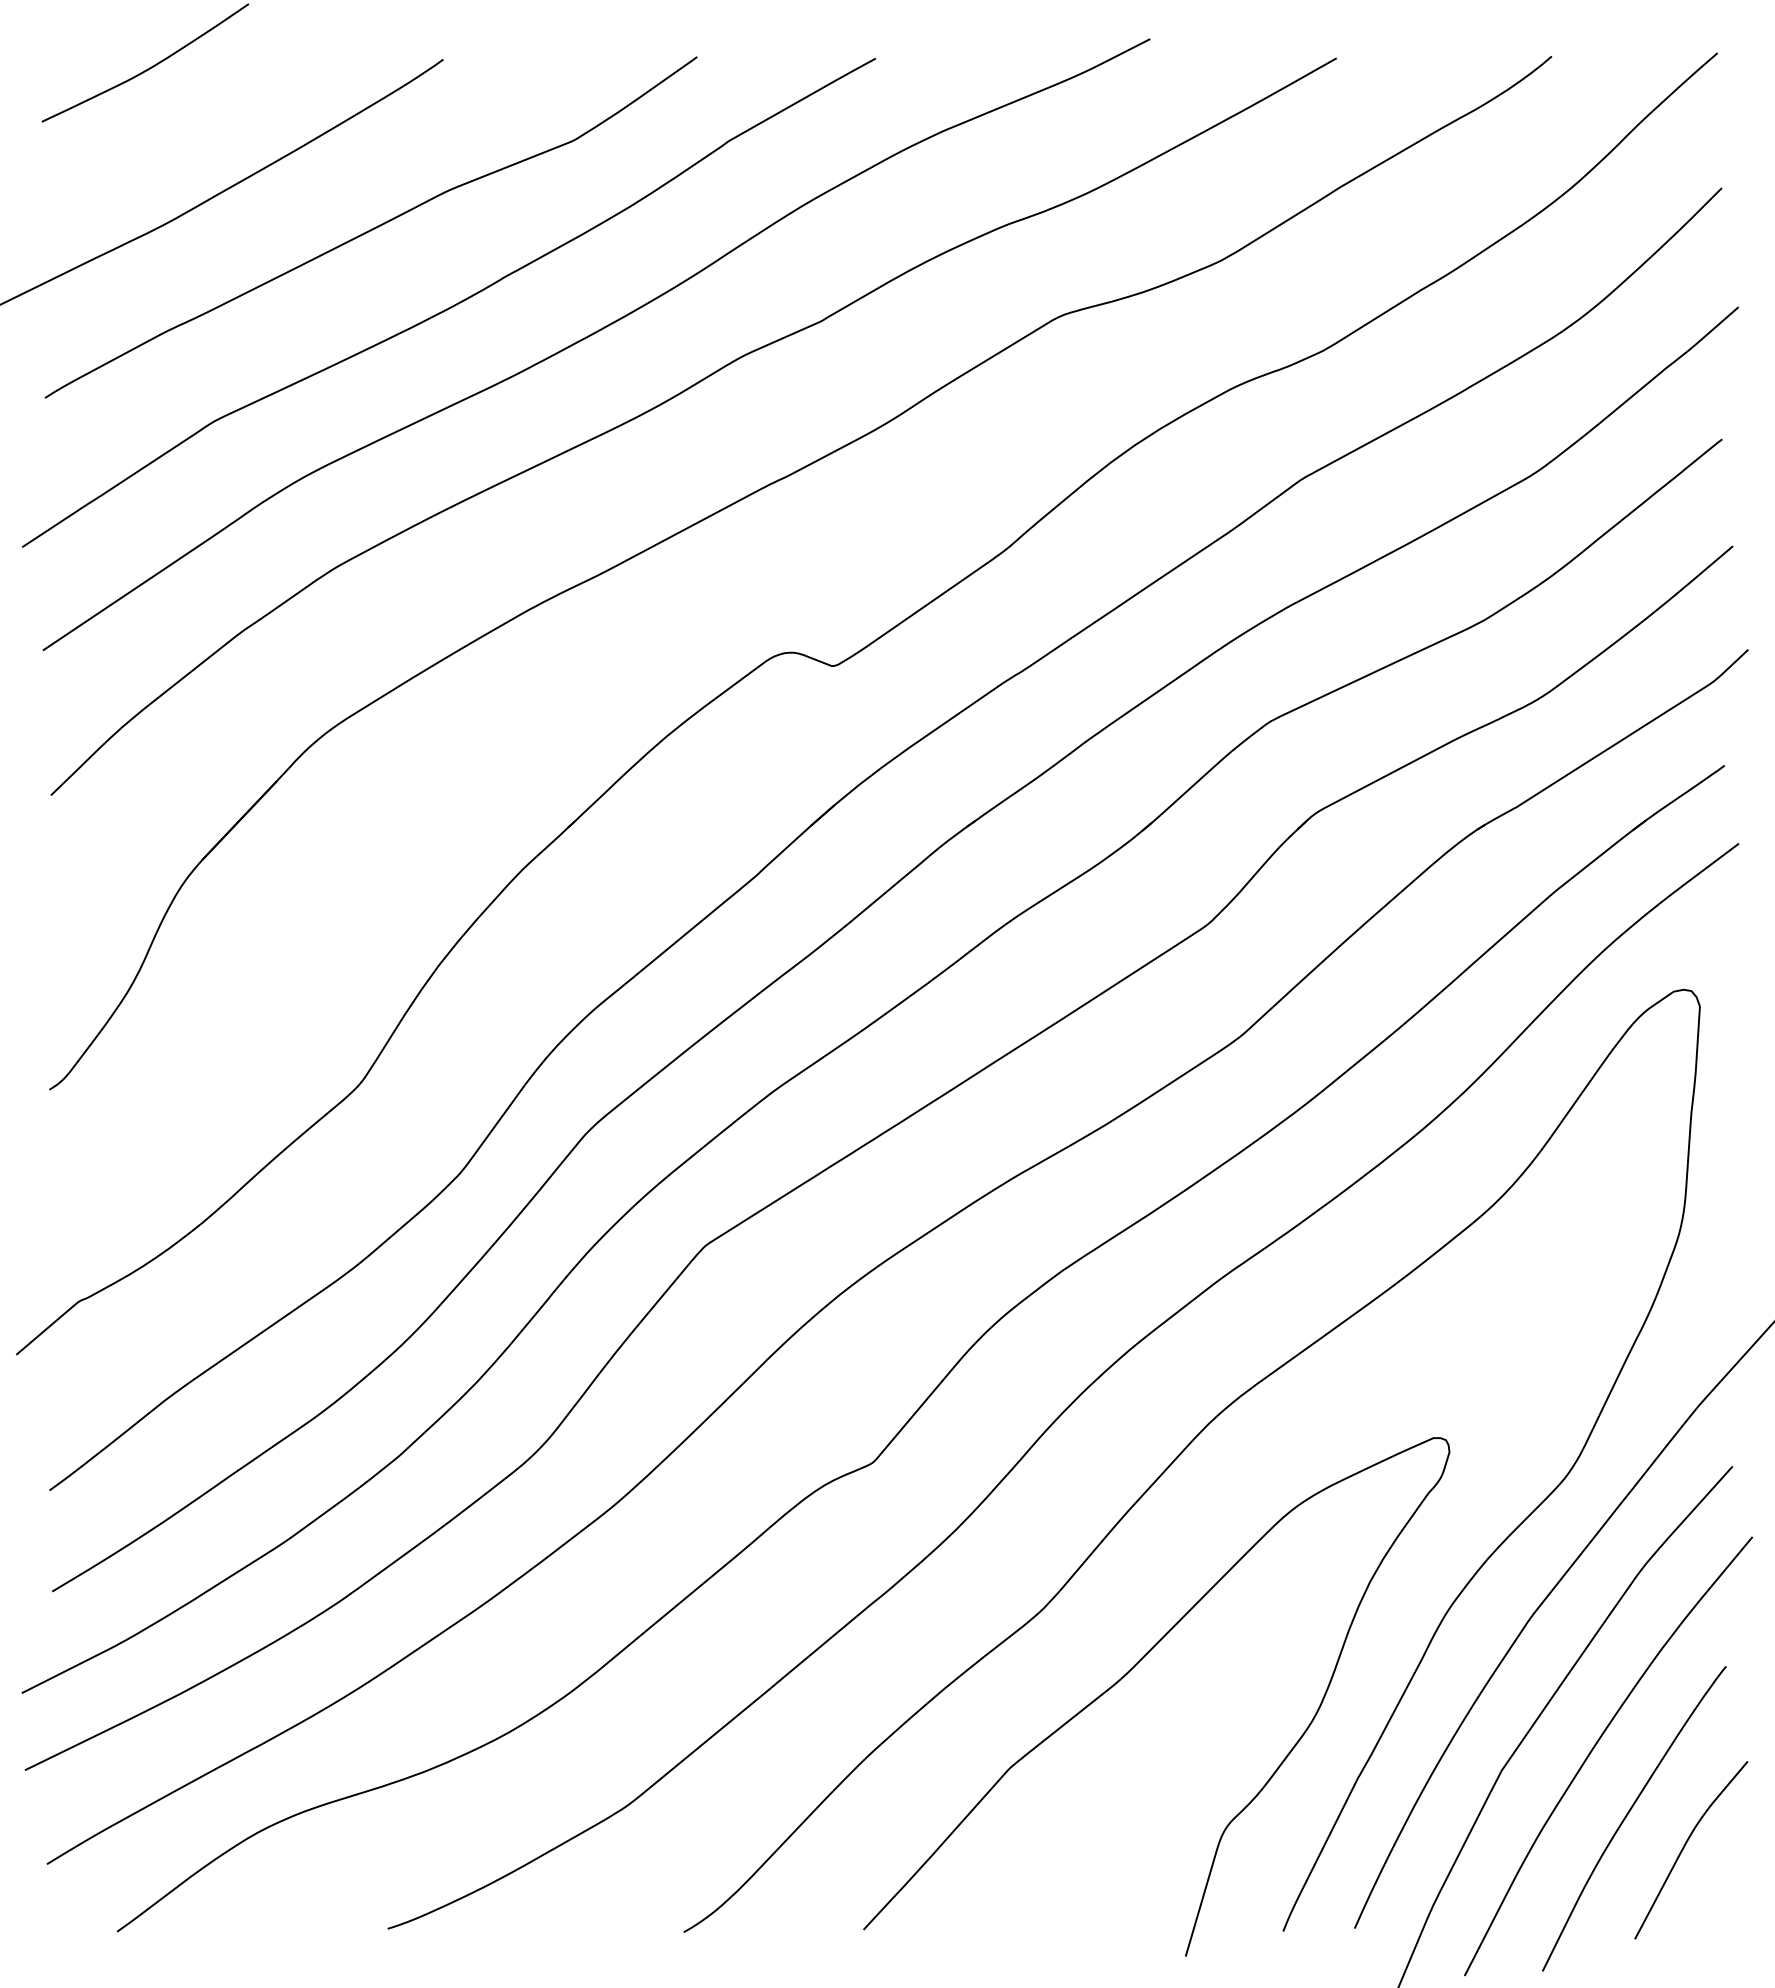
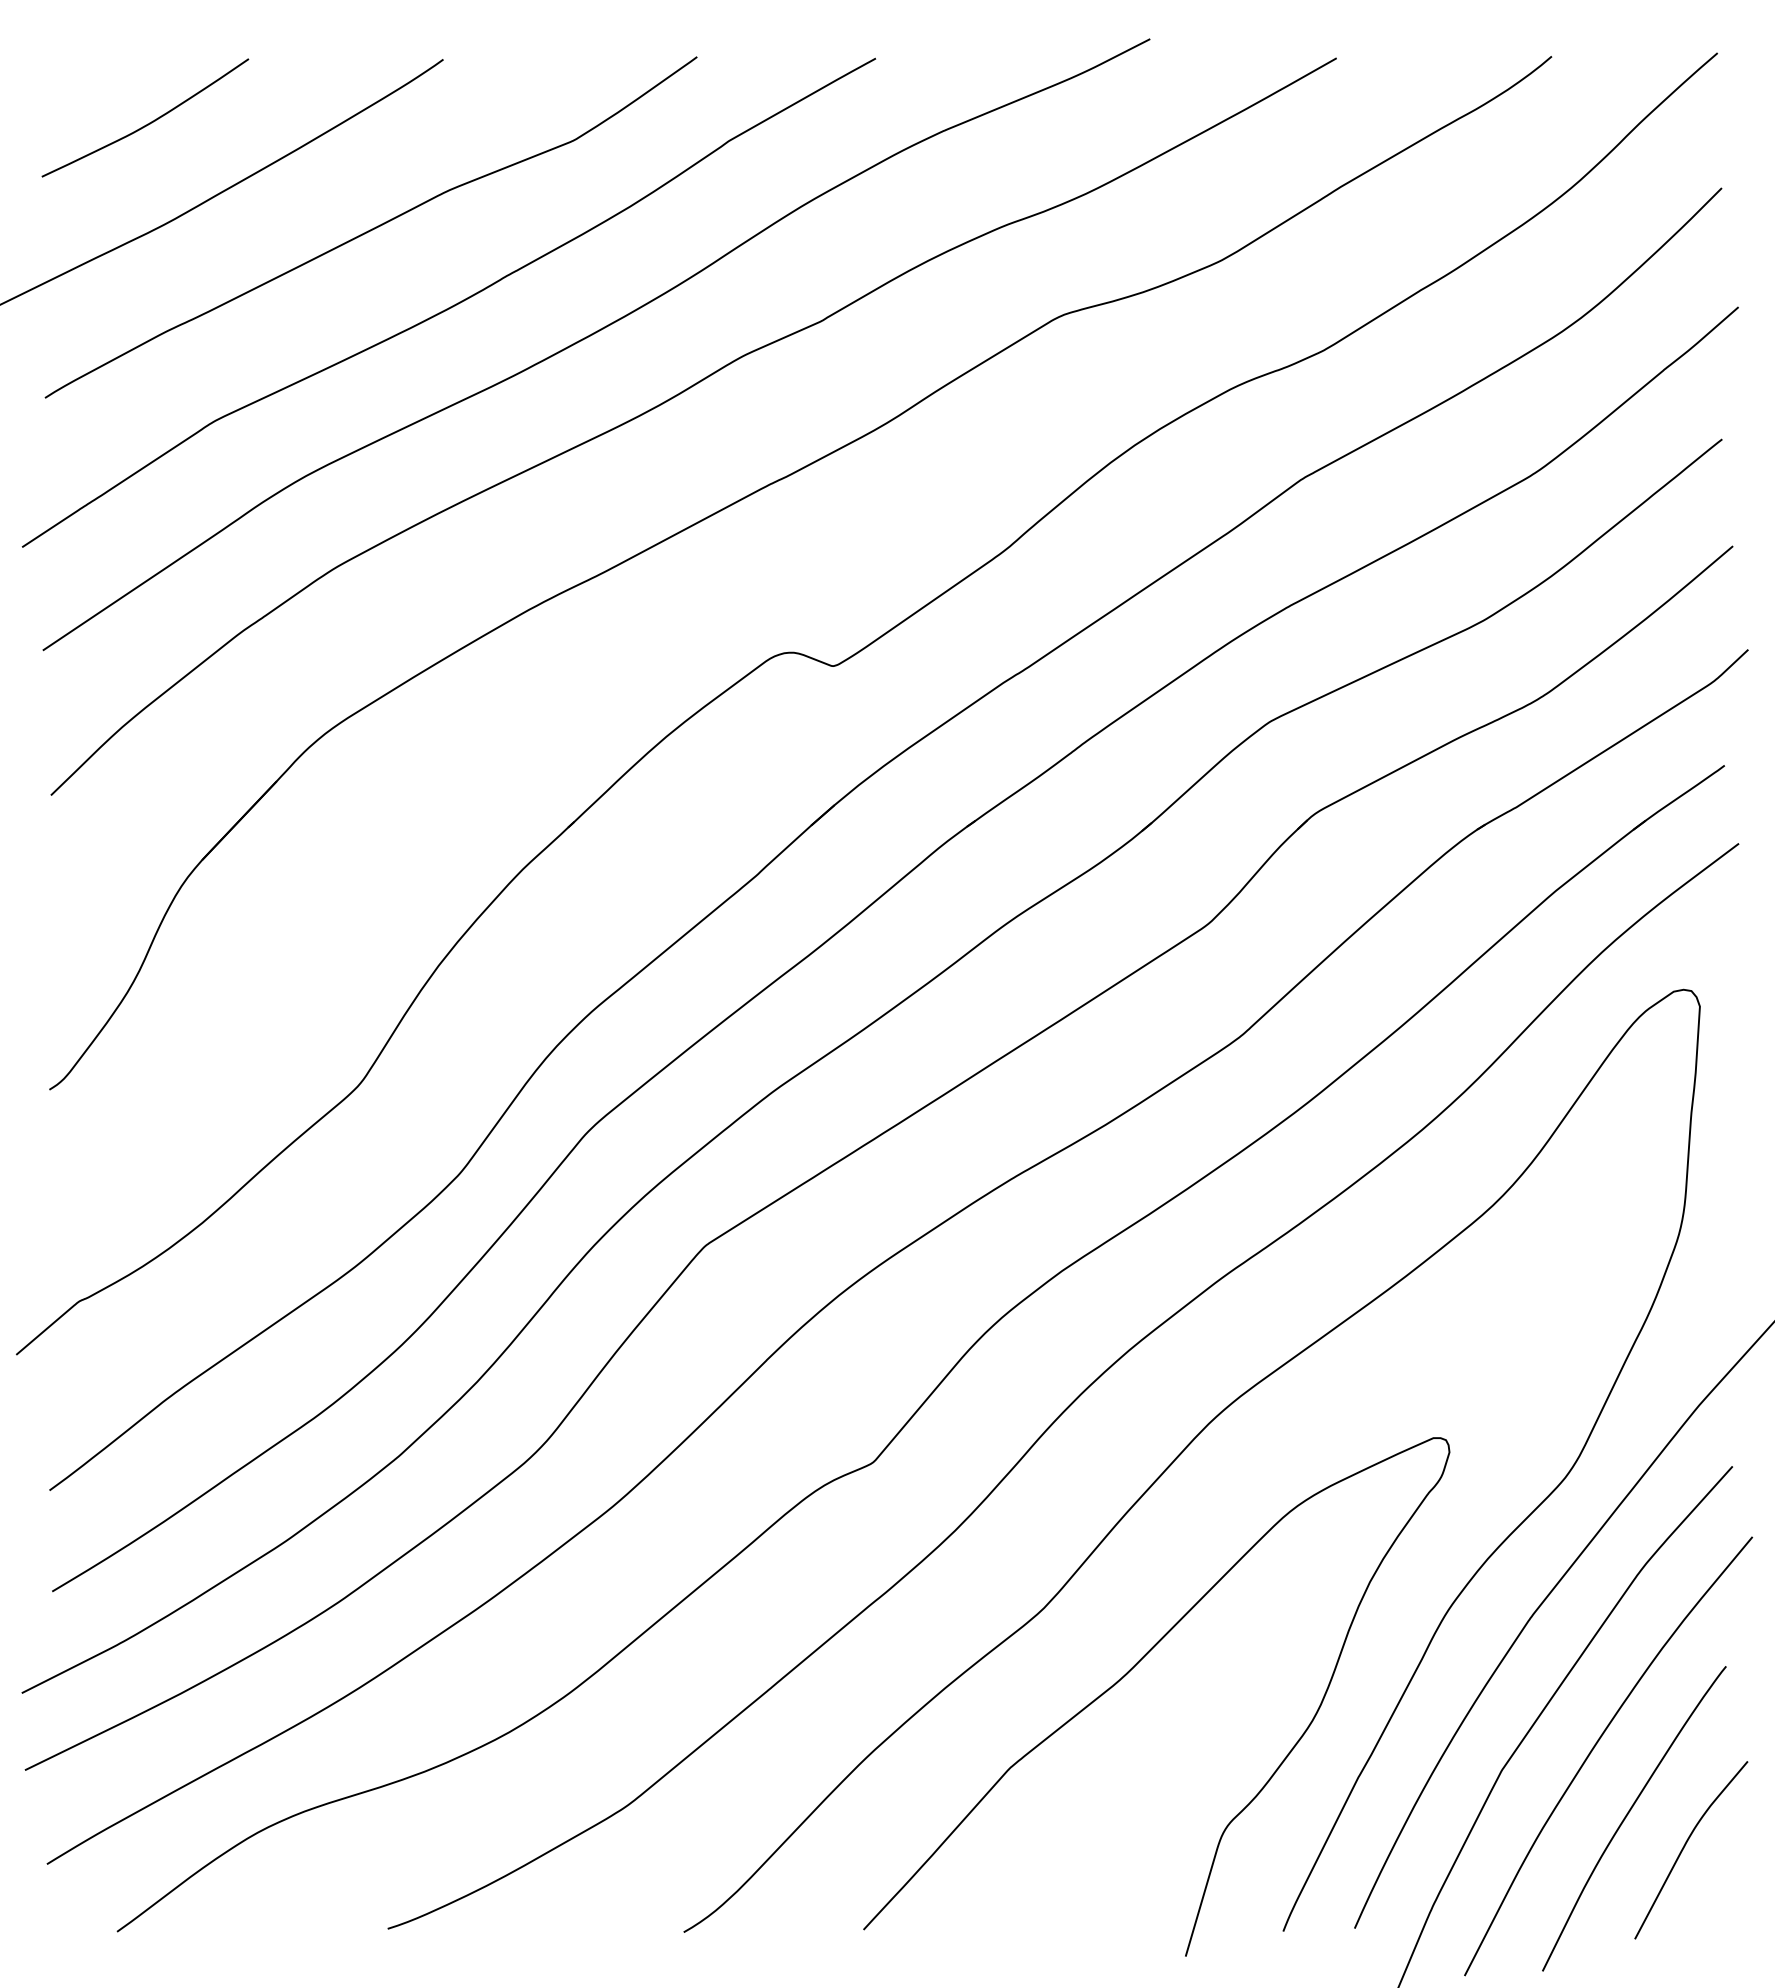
curve at (147, 68) position: (147, 68) -> (147, 123)
